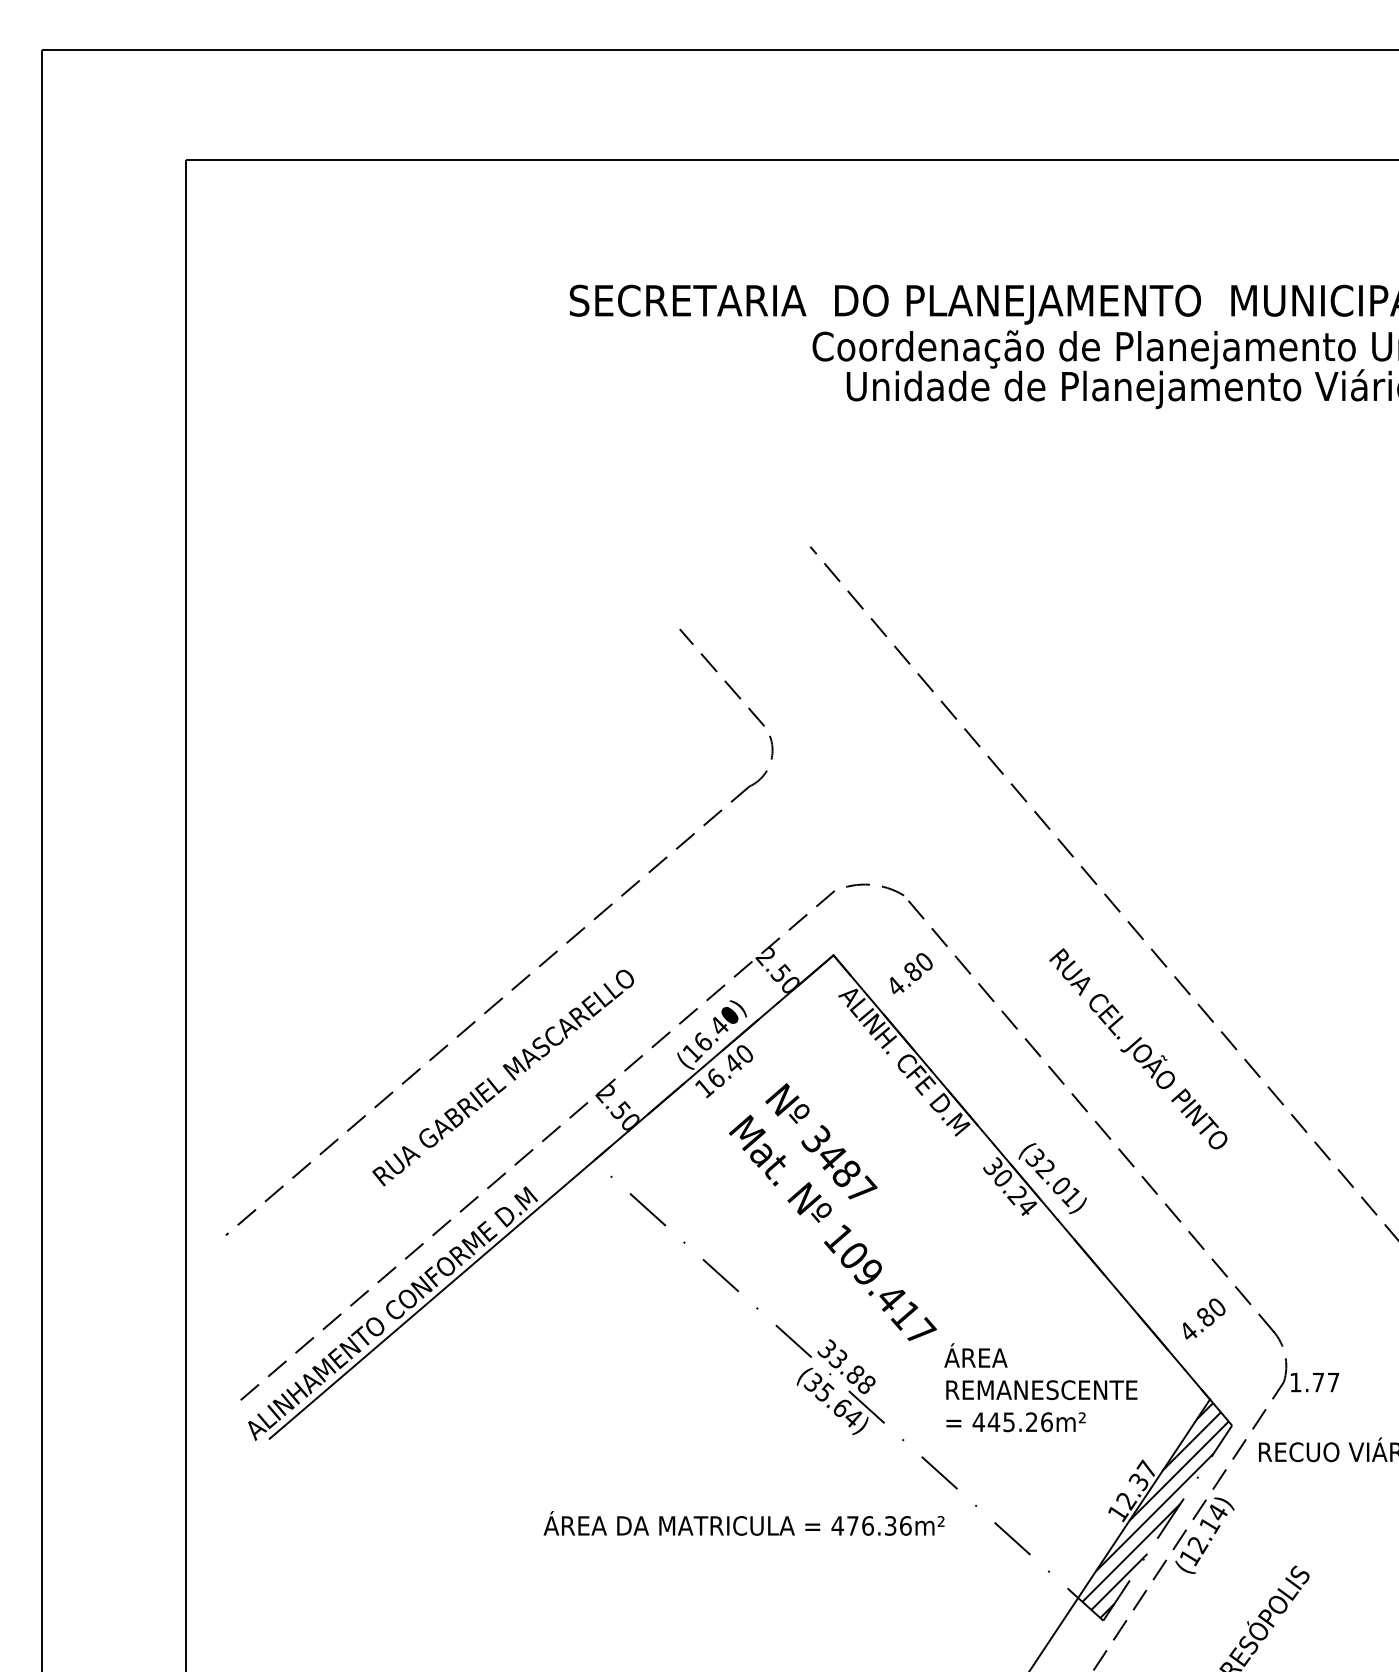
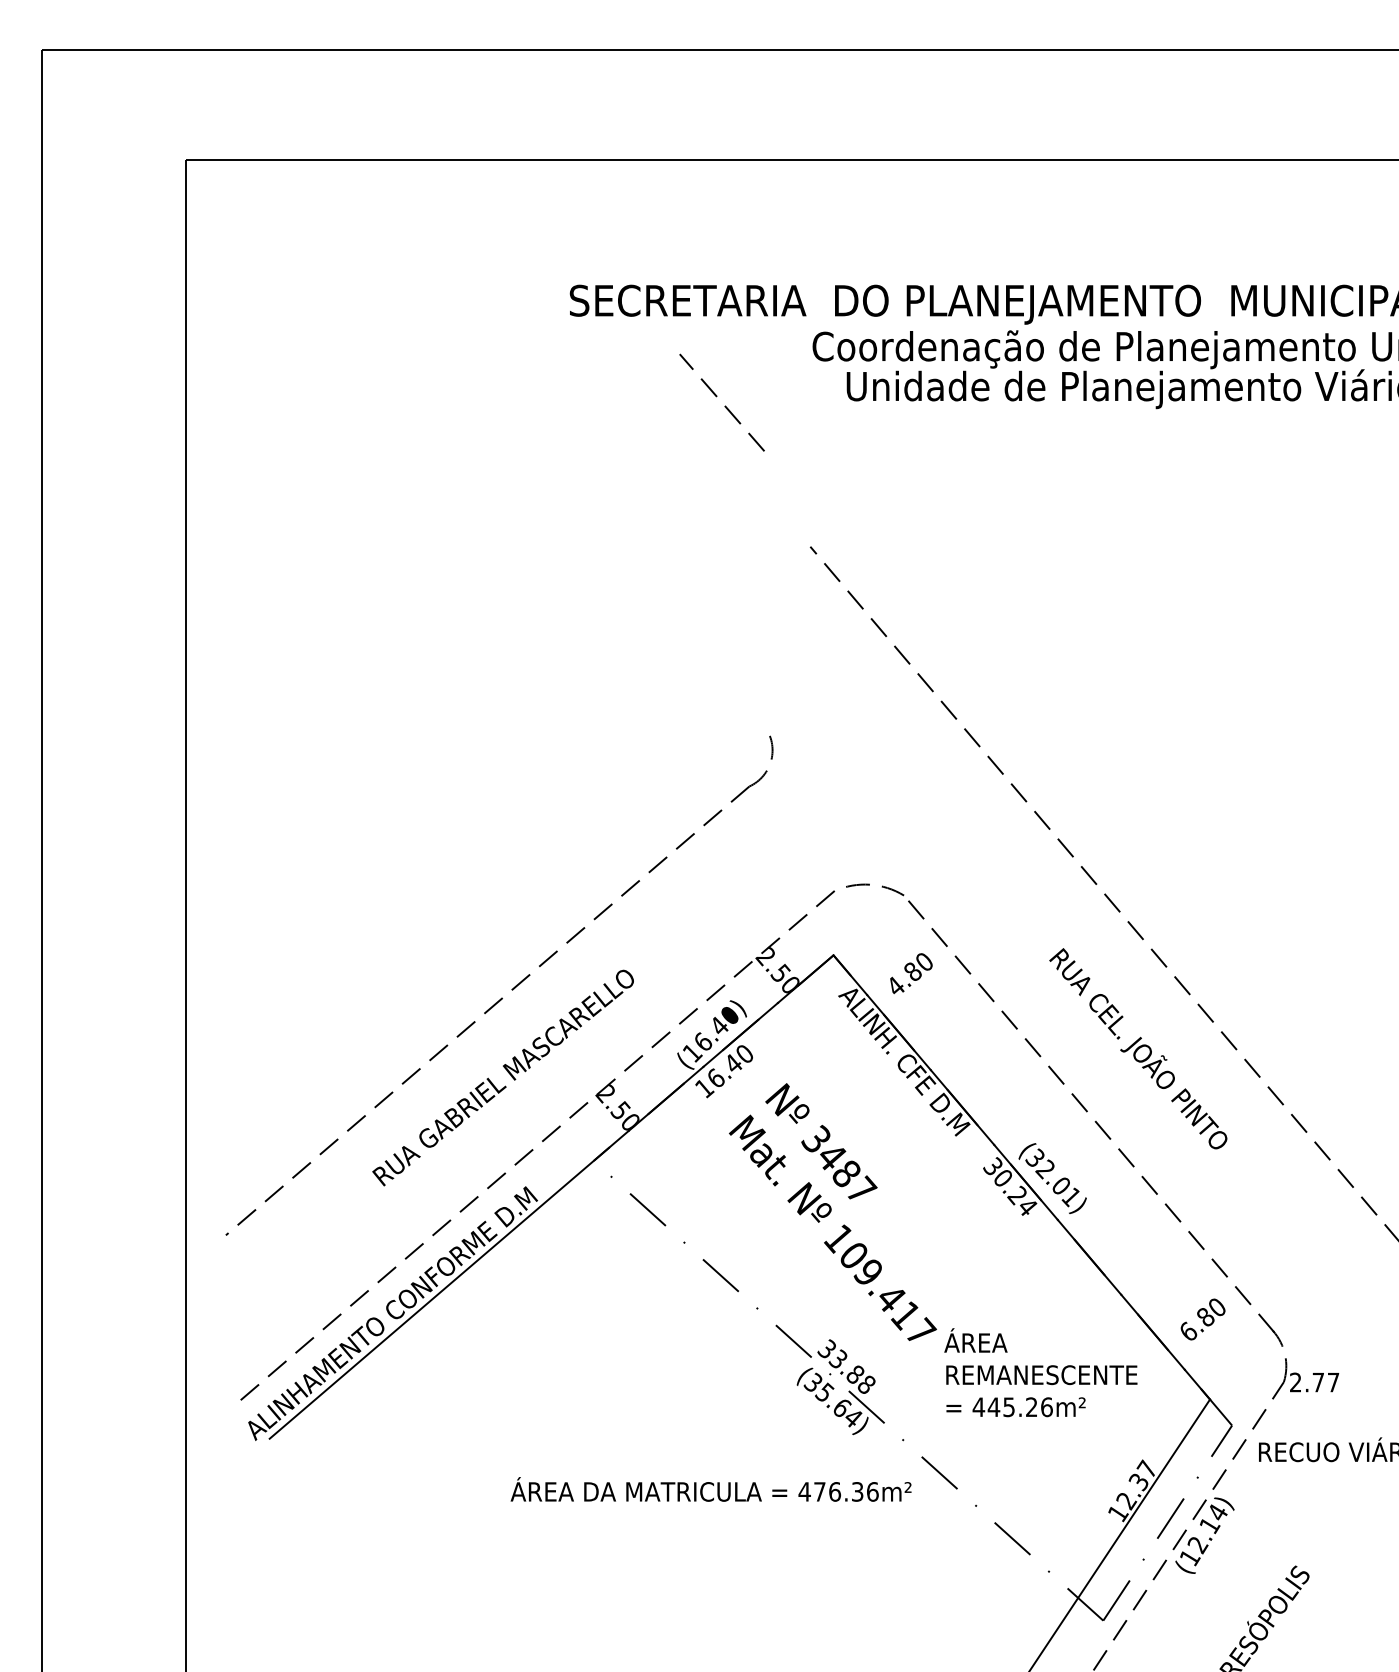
line at (725, 680) position: (725, 680) -> (725, 405)
text at (1188, 1330): 4.80 -> 6.80
text at (1295, 1382): 1.77 -> 2.77
text at (1040, 1387) position: (1040, 1387) -> (1040, 1372)
hatch at (1155, 1510): present -> none
text at (743, 1523) position: (743, 1523) -> (710, 1489)
